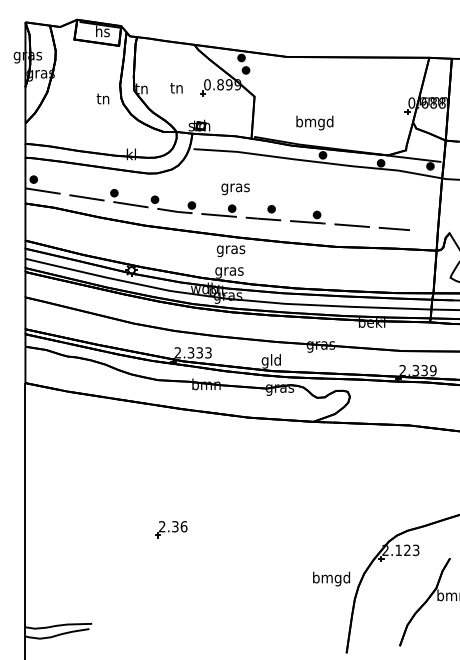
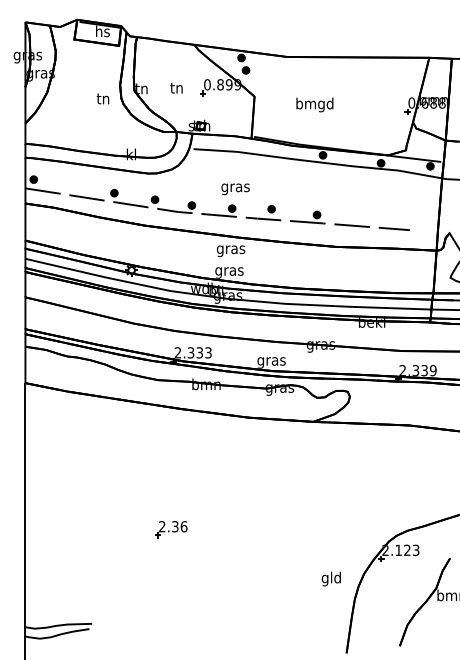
text at (314, 122) position: (314, 122) -> (314, 104)
text at (271, 361): gld -> gras
text at (331, 578): bmgd -> gld
